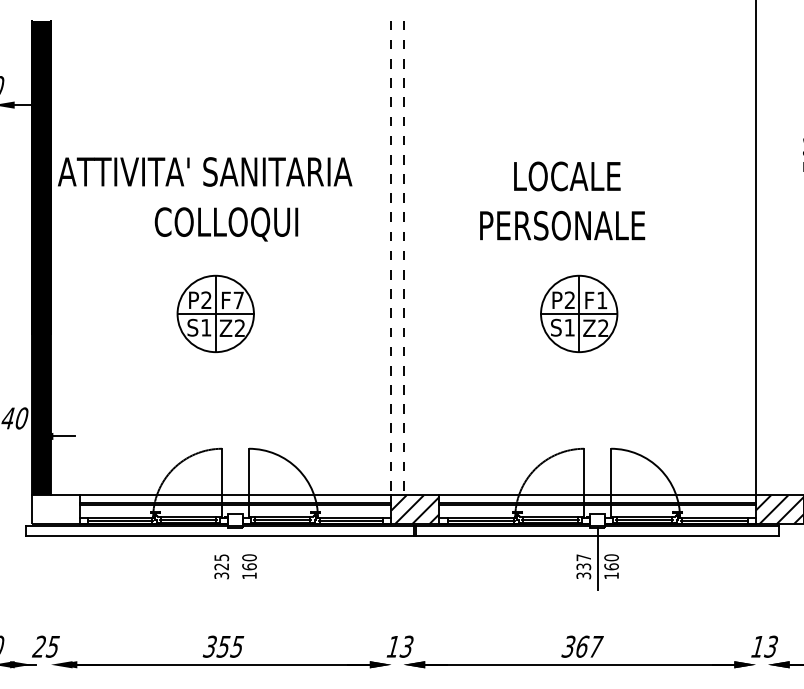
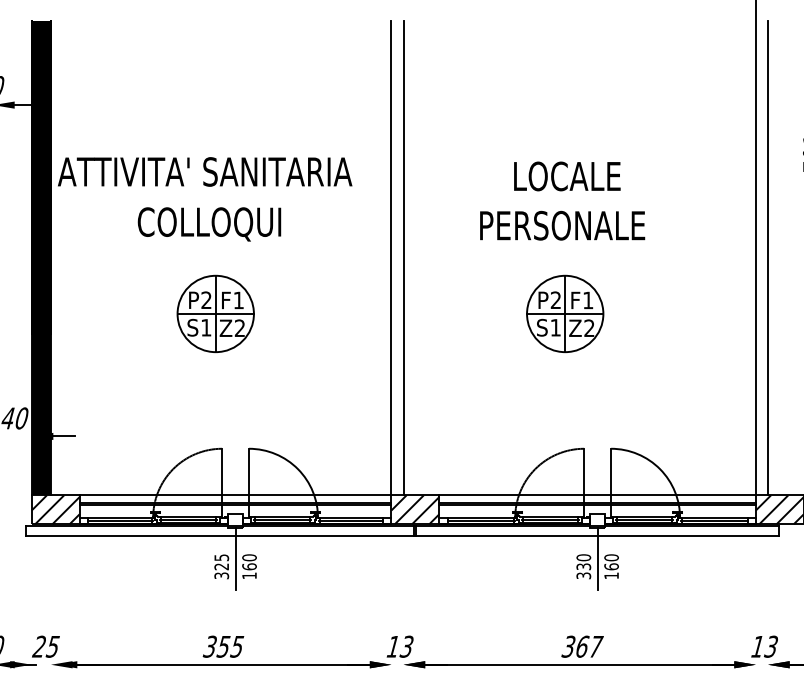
text at (226, 224) position: (226, 224) -> (209, 224)
line at (768, 257): none -> present
line at (391, 258): dashed -> solid
line at (403, 258): dashed -> solid
text at (238, 300): F7 -> F1
part at (579, 313) position: (579, 313) -> (565, 313)
hatch at (55, 509): none -> present
text at (583, 557): 337 -> 330
line at (235, 558): none -> present
